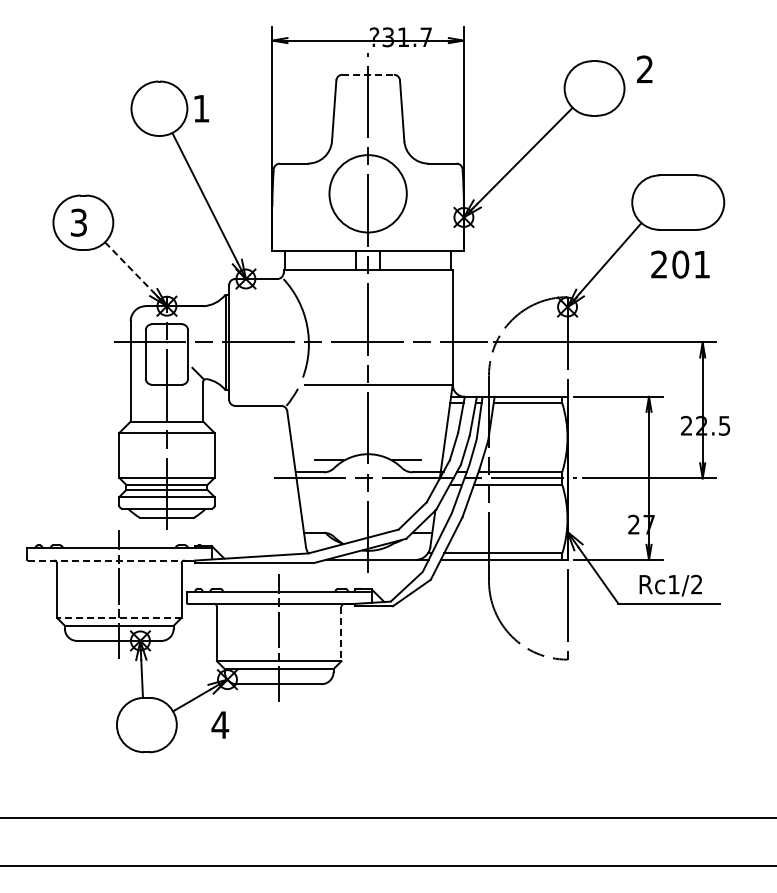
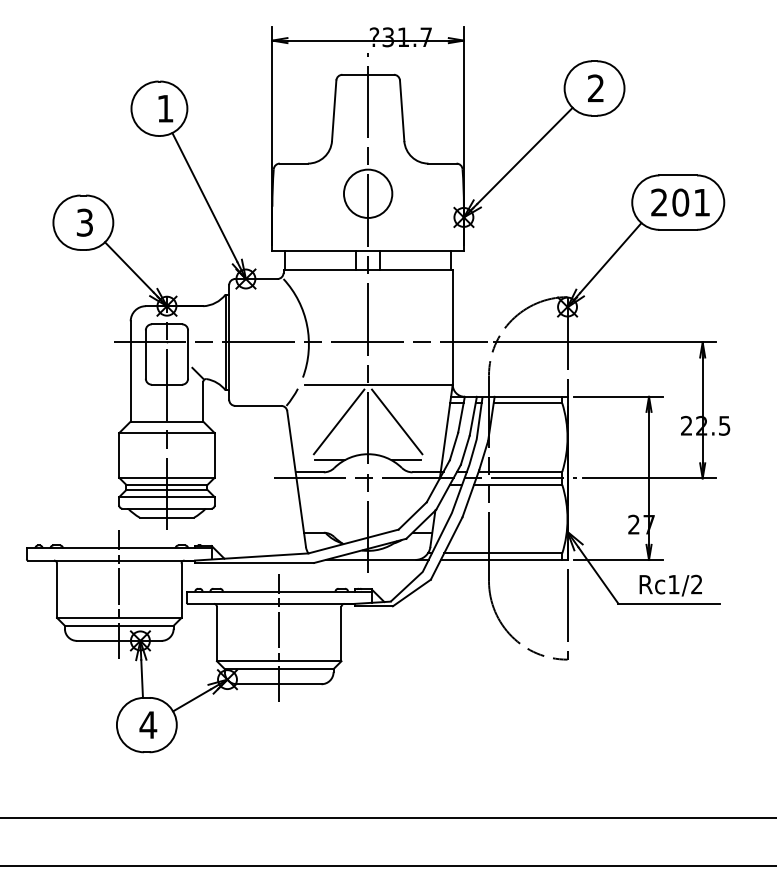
text at (644, 68) position: (644, 68) -> (595, 87)
line at (368, 74): dashed -> solid
text at (201, 108) position: (201, 108) -> (165, 108)
circle at (367, 193) diameter: 77 px -> 48 px
text at (78, 222) position: (78, 222) -> (84, 222)
text at (680, 264) position: (680, 264) -> (680, 202)
line at (129, 267): dashed -> solid
line at (338, 421): none -> present
line at (397, 421): none -> present
line at (112, 560): dashed -> solid
line at (118, 617): dashed -> solid
line at (341, 634): dashed -> solid
text at (220, 724) position: (220, 724) -> (148, 724)
